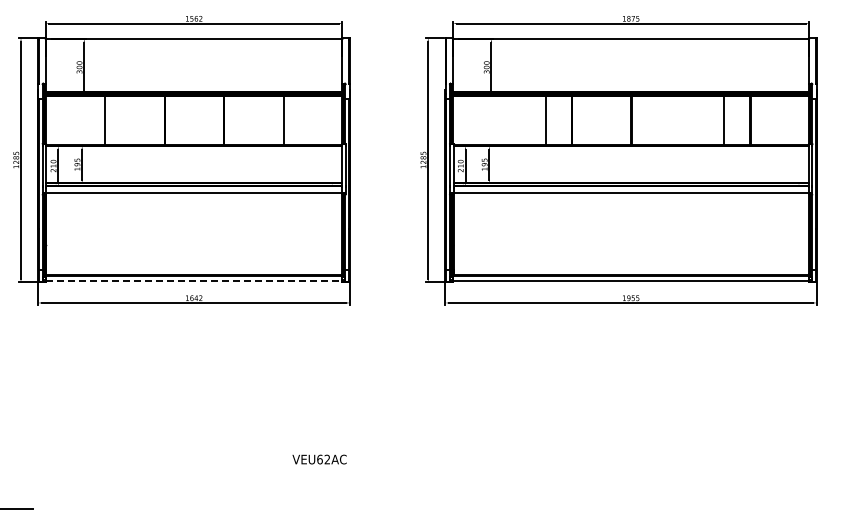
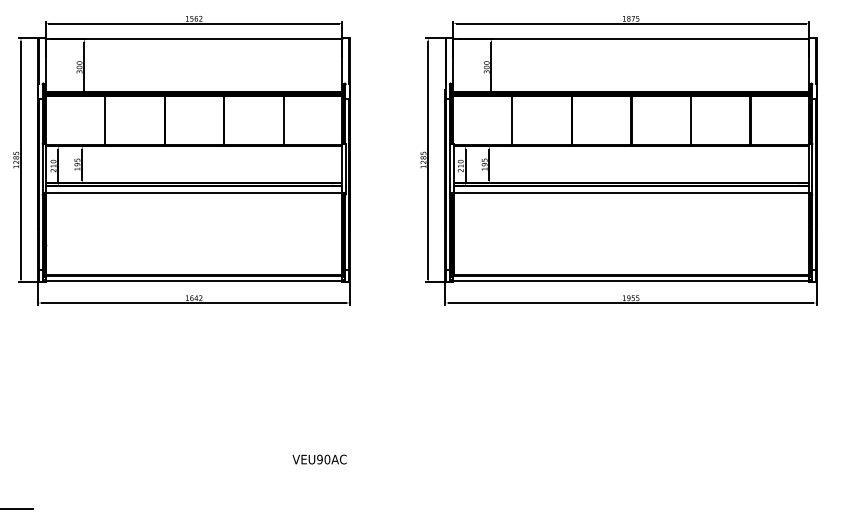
line at (546, 120) position: (546, 120) -> (512, 120)
line at (723, 120) position: (723, 120) -> (690, 120)
line at (194, 281): dashed -> solid
text at (323, 459): VEU62AC -> VEU90AC
